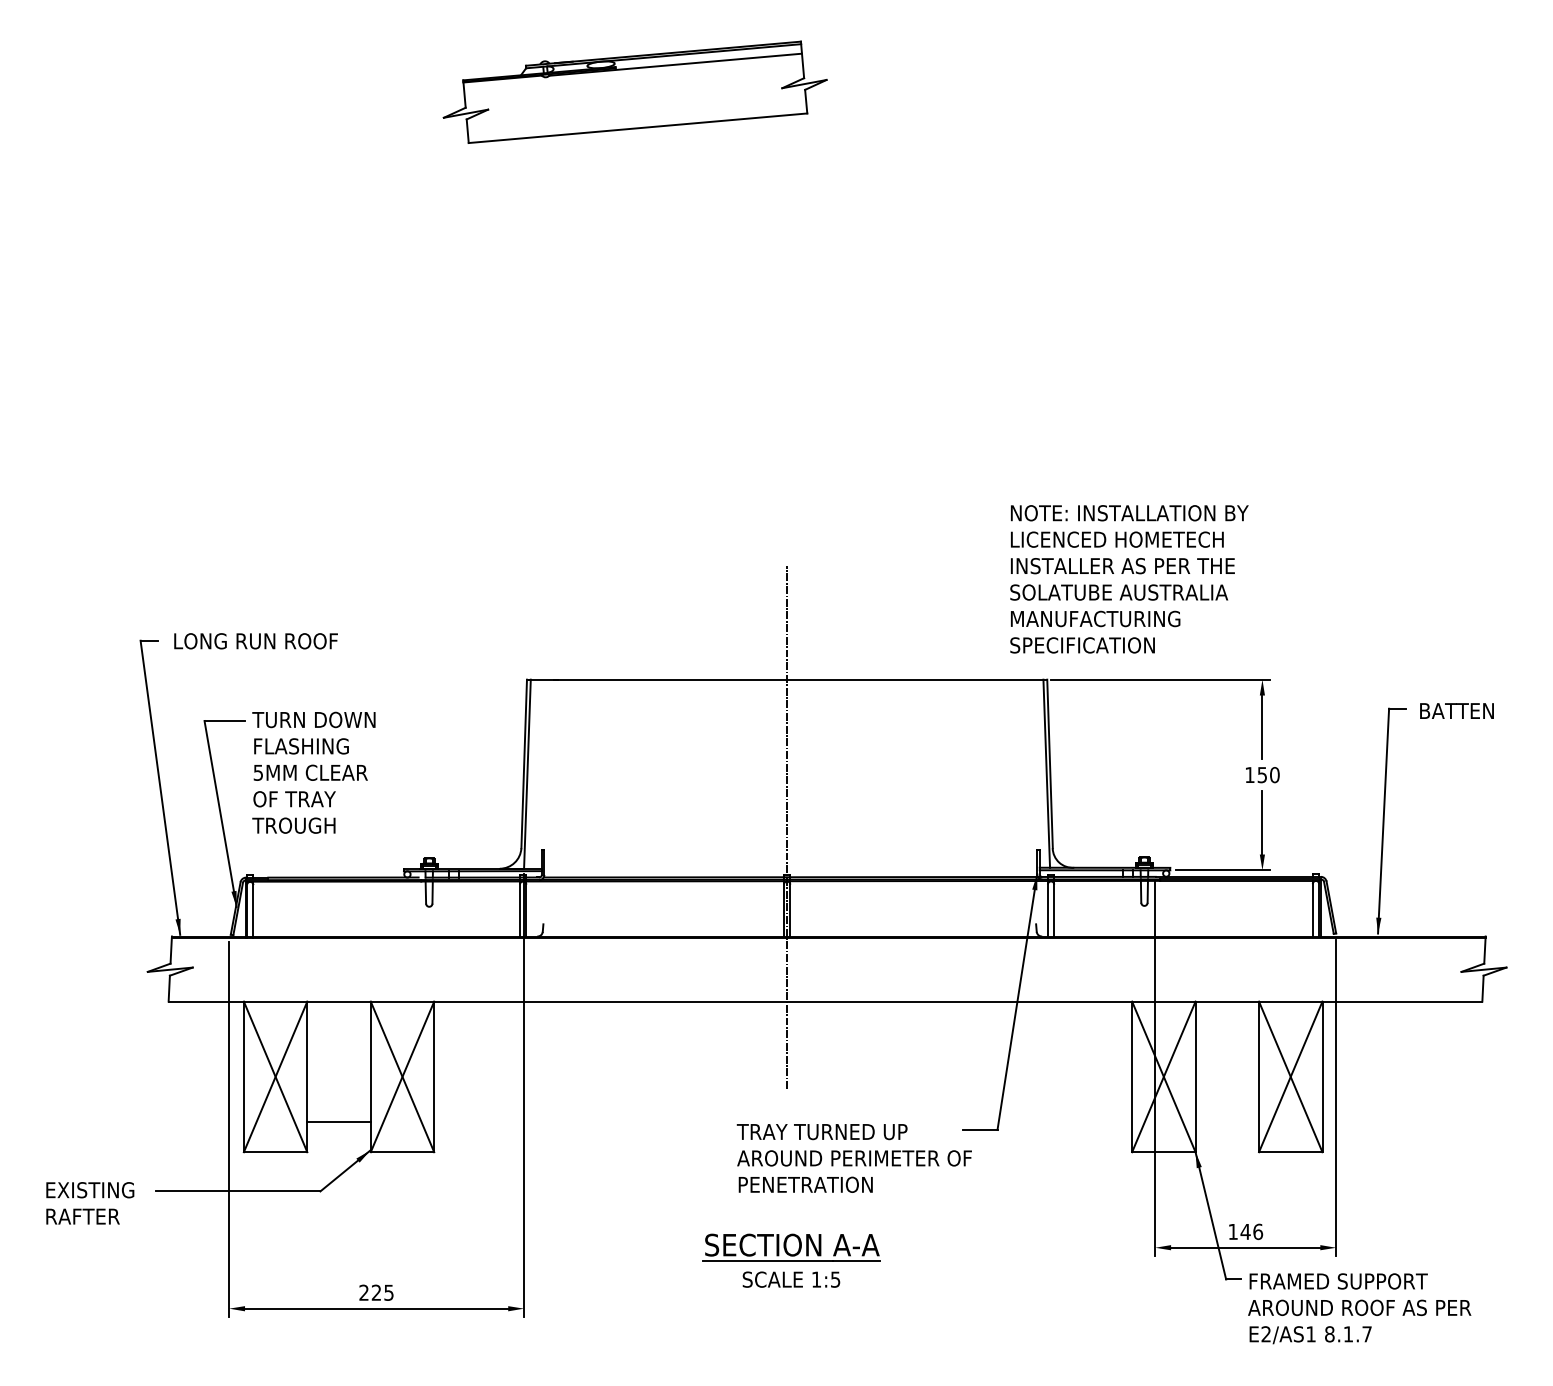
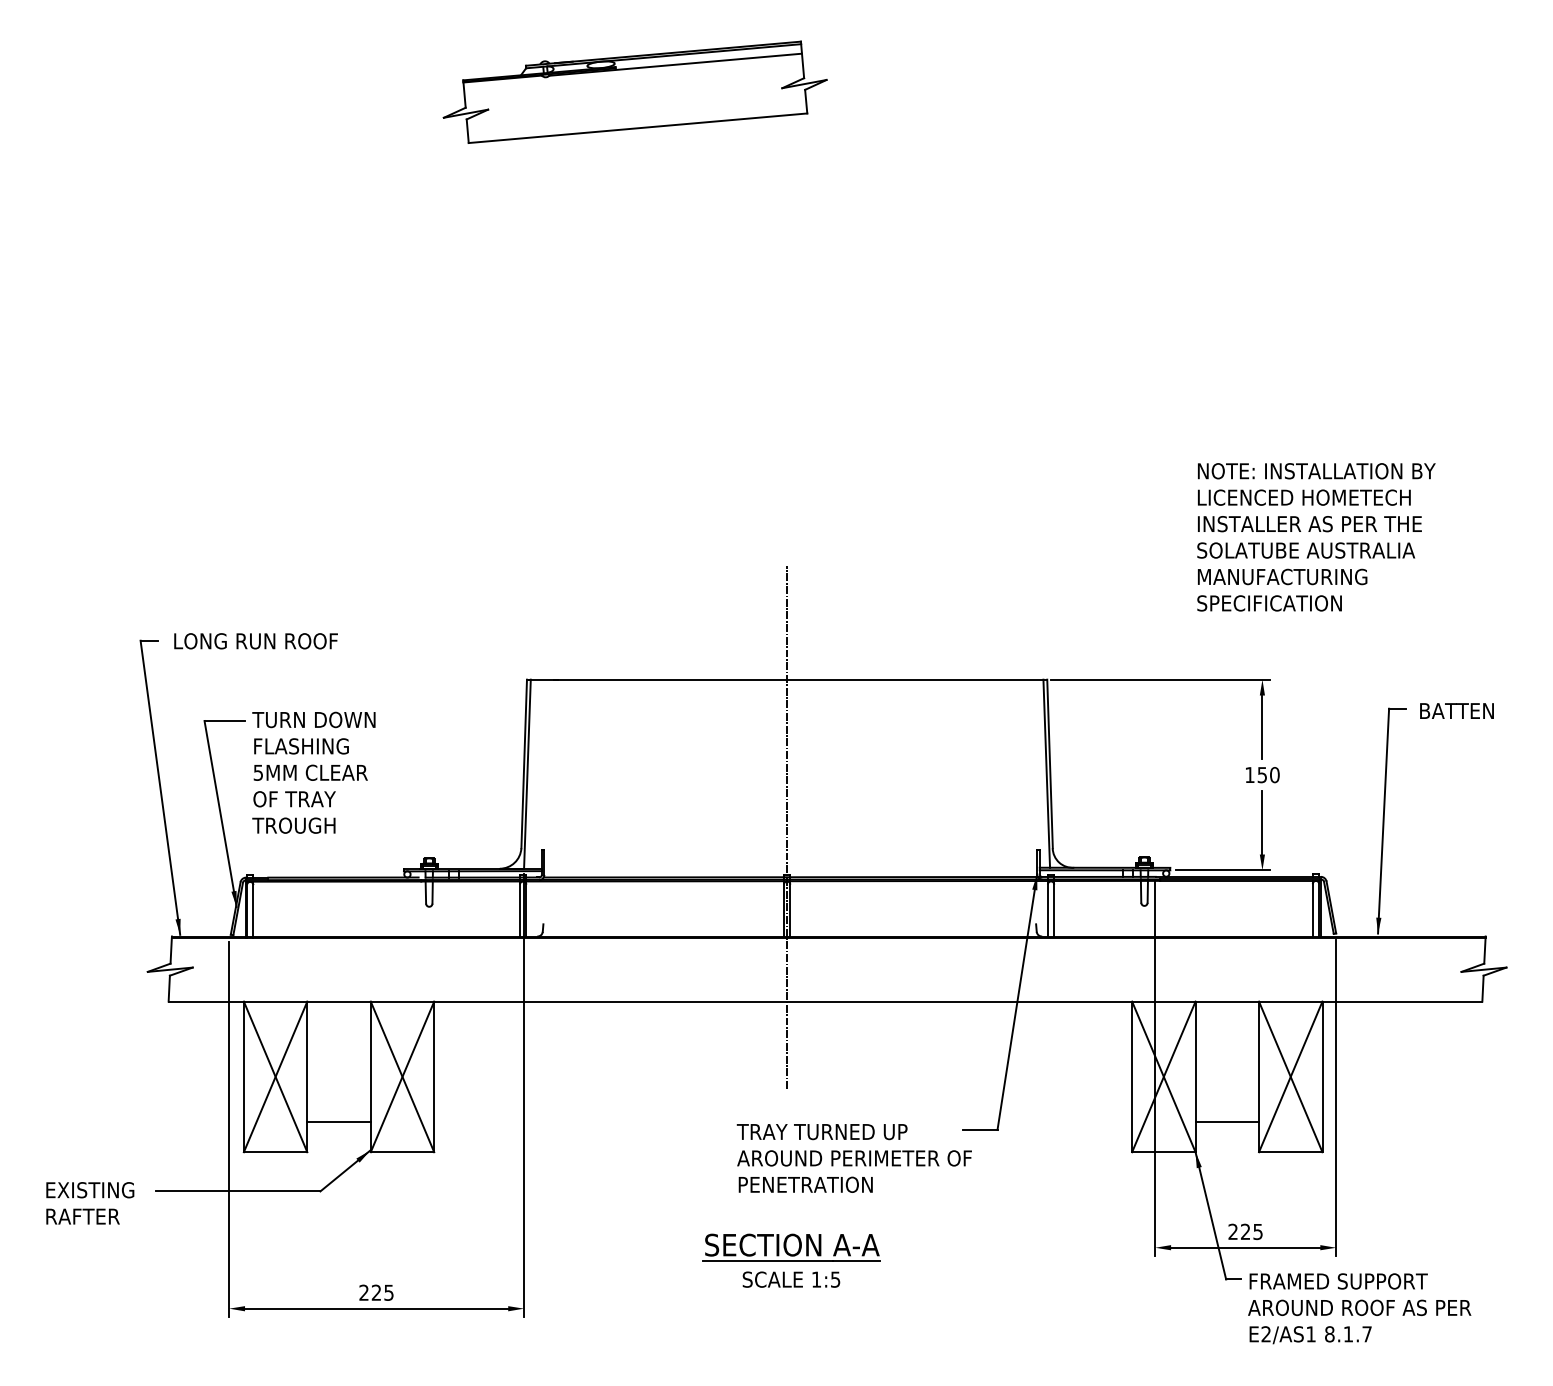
text at (1129, 579) position: (1129, 579) -> (1316, 537)
line at (1227, 1121): none -> present
text at (1245, 1231): 146 -> 225
